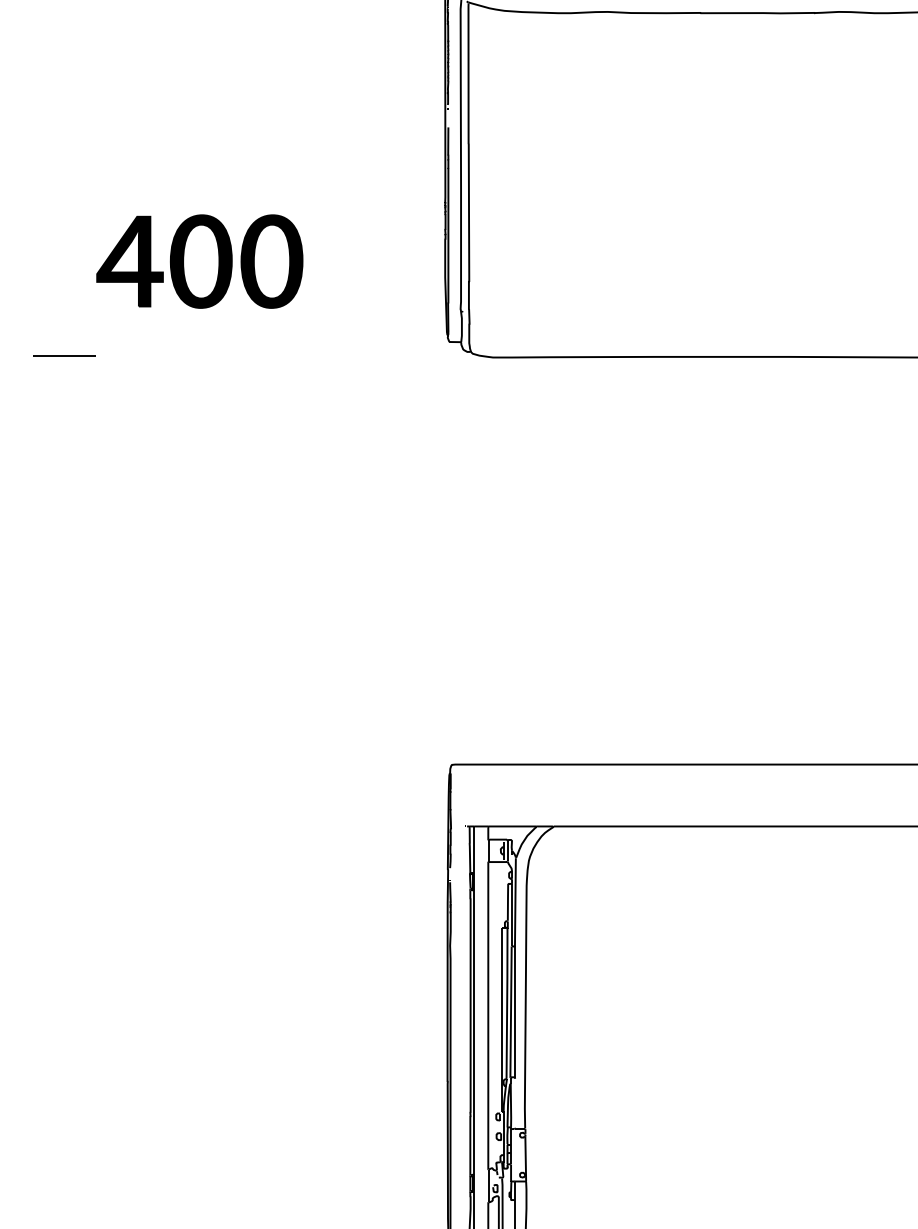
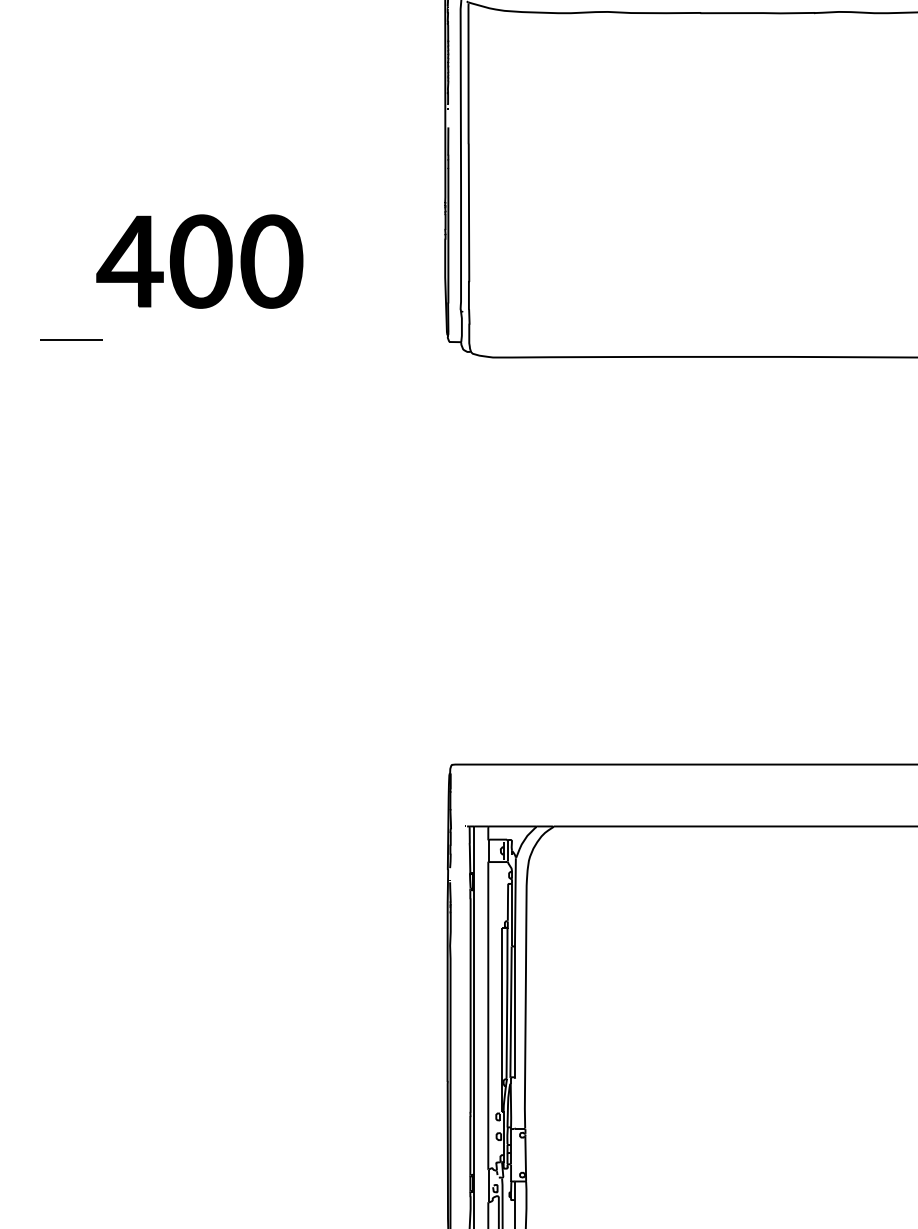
line at (64, 355) position: (64, 355) -> (71, 339)
